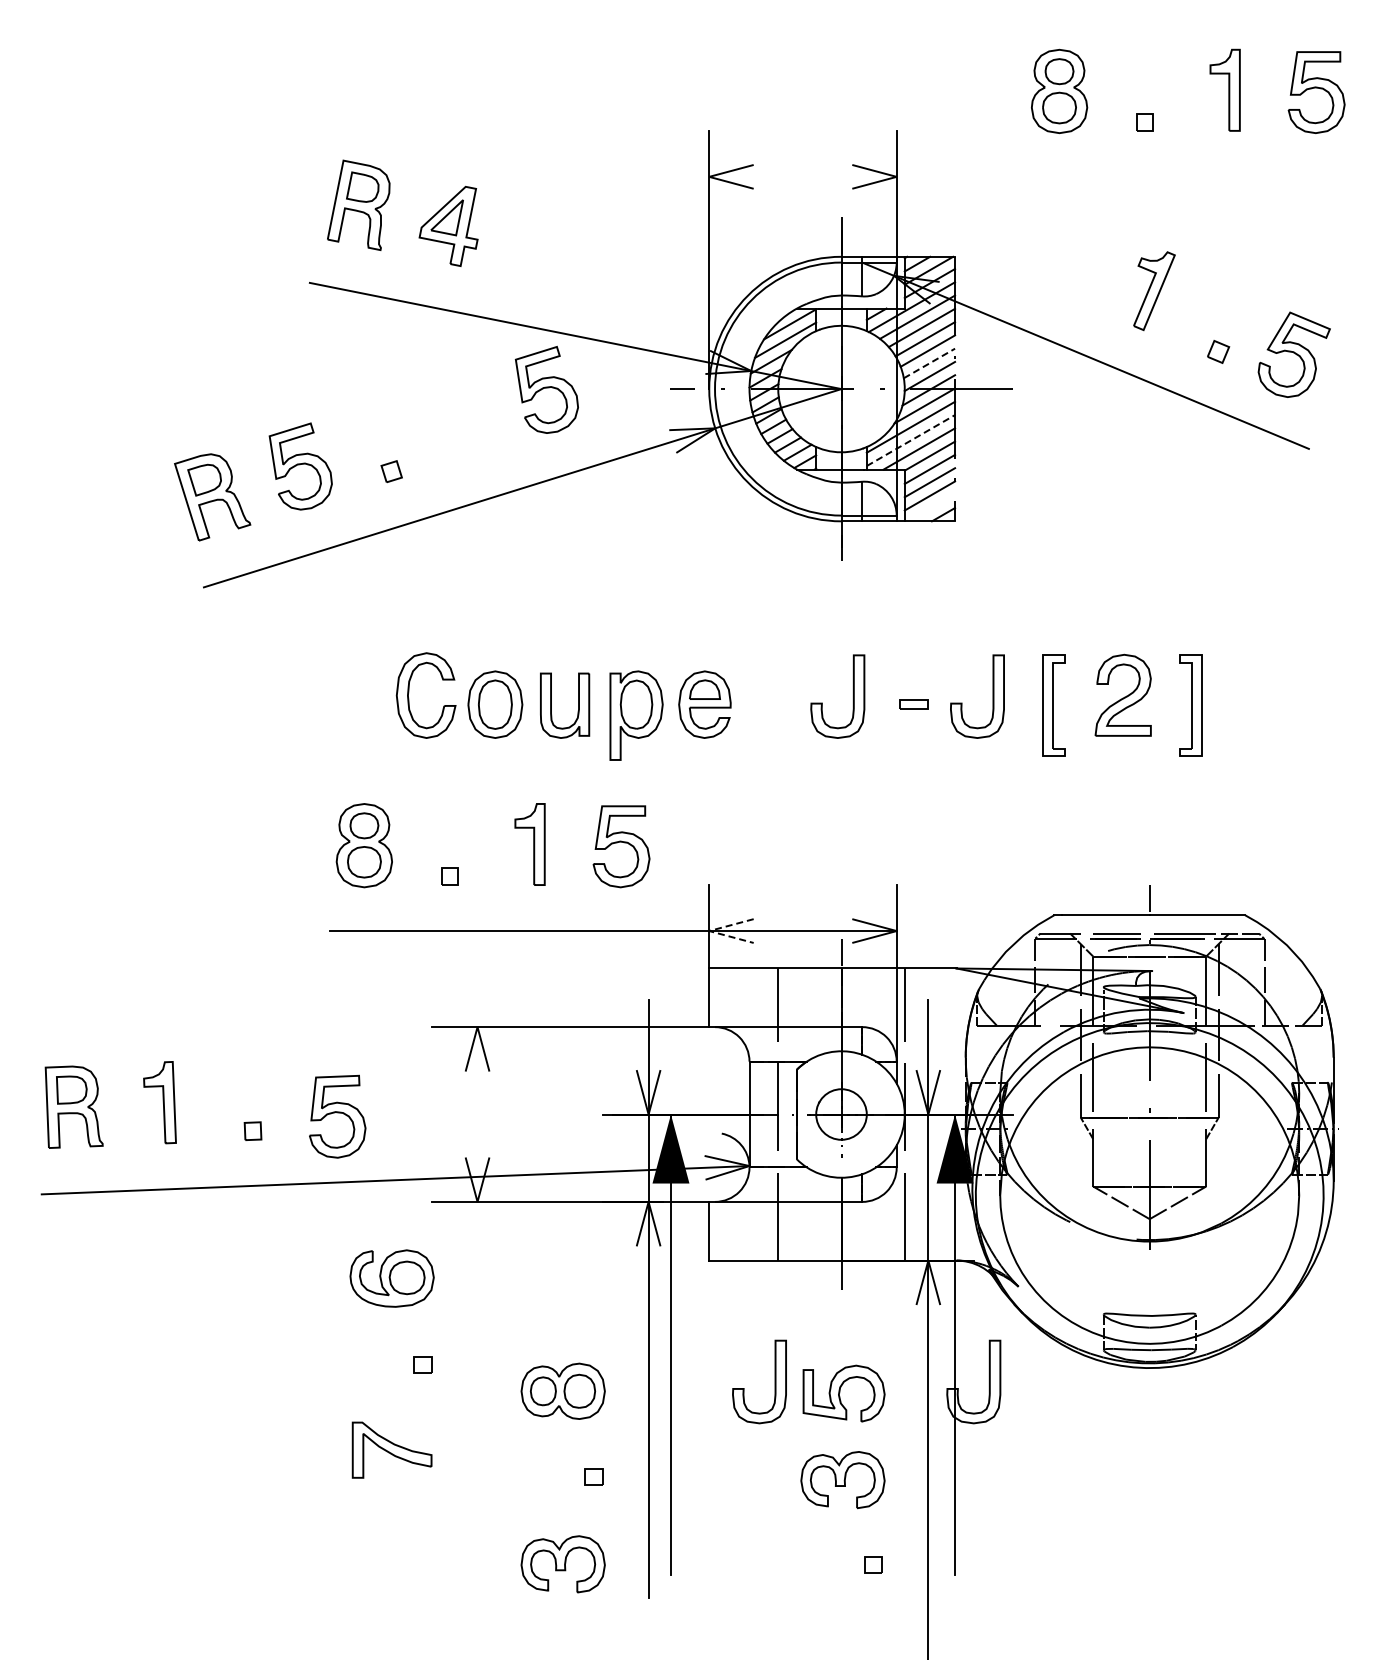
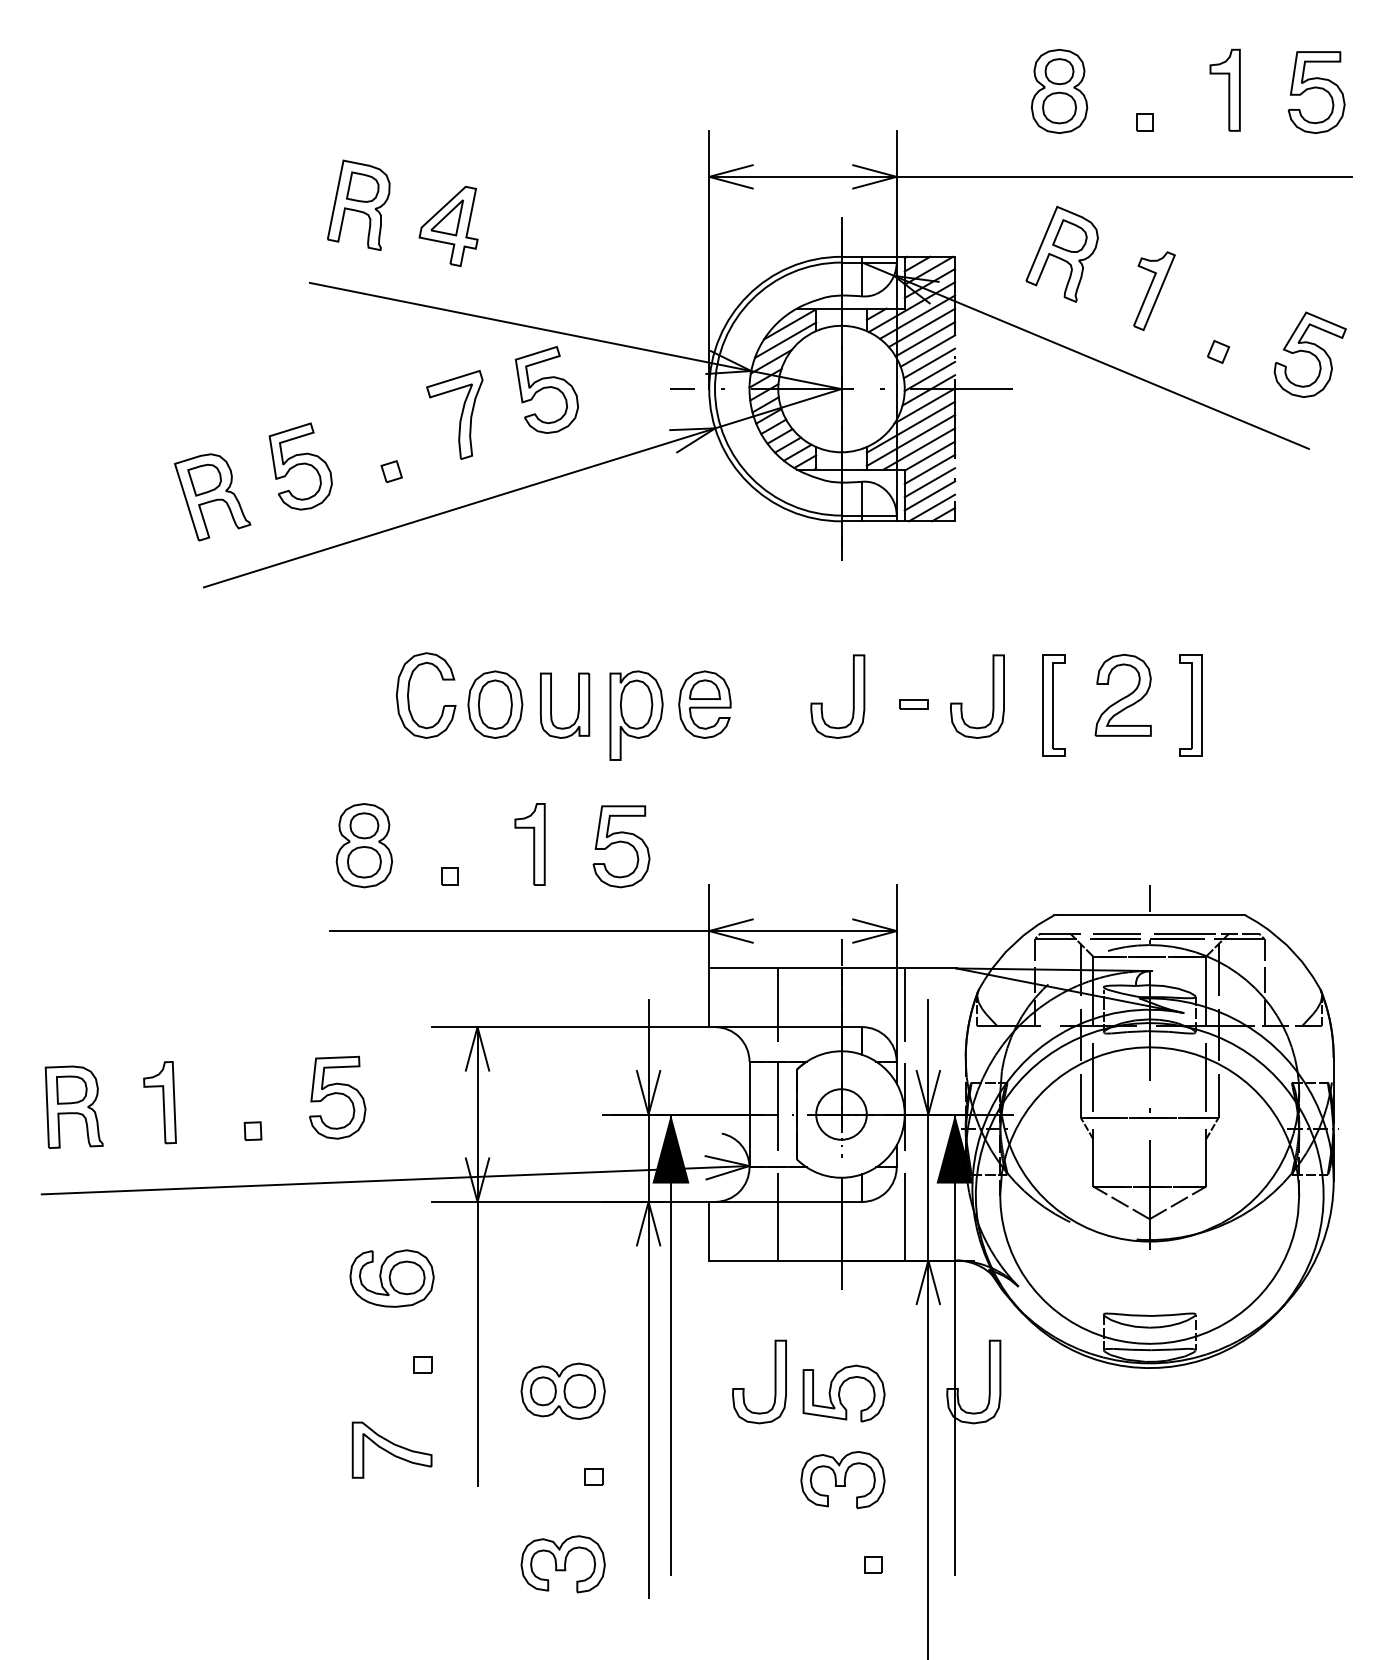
line at (1030, 176): none -> present
part at (1061, 253): none -> present
part at (1293, 354) position: (1293, 354) -> (1309, 354)
line at (929, 363): dashed -> solid
part at (460, 415): none -> present
line at (910, 440): dashed -> solid
line at (932, 507): none -> present
line at (709, 931): dashed -> solid
part at (337, 1116) position: (337, 1116) -> (337, 1097)
line at (477, 1256): none -> present
